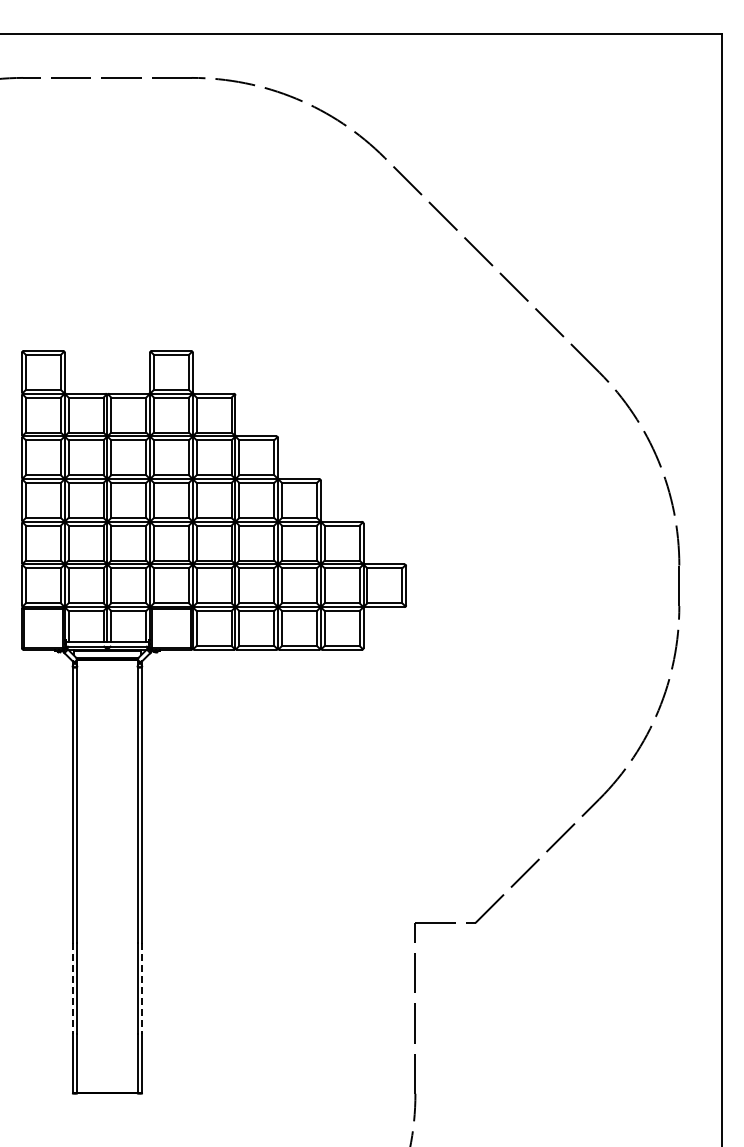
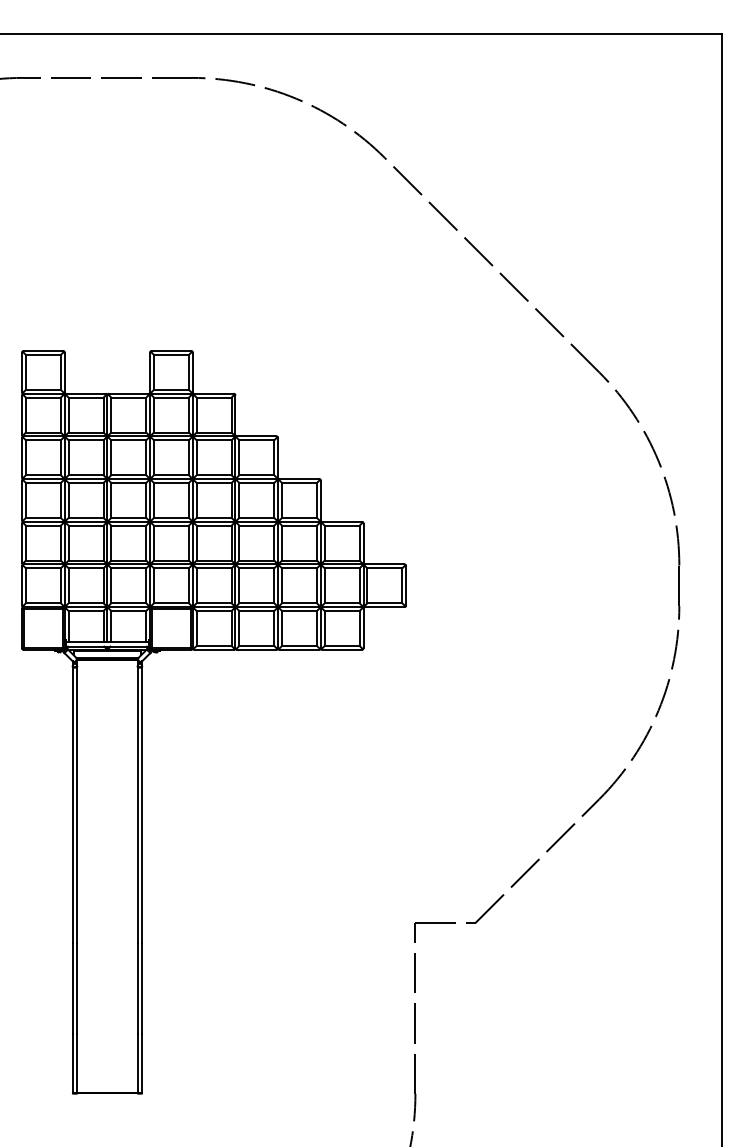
line at (72, 989): dashed -> solid
line at (142, 989): dashed -> solid
